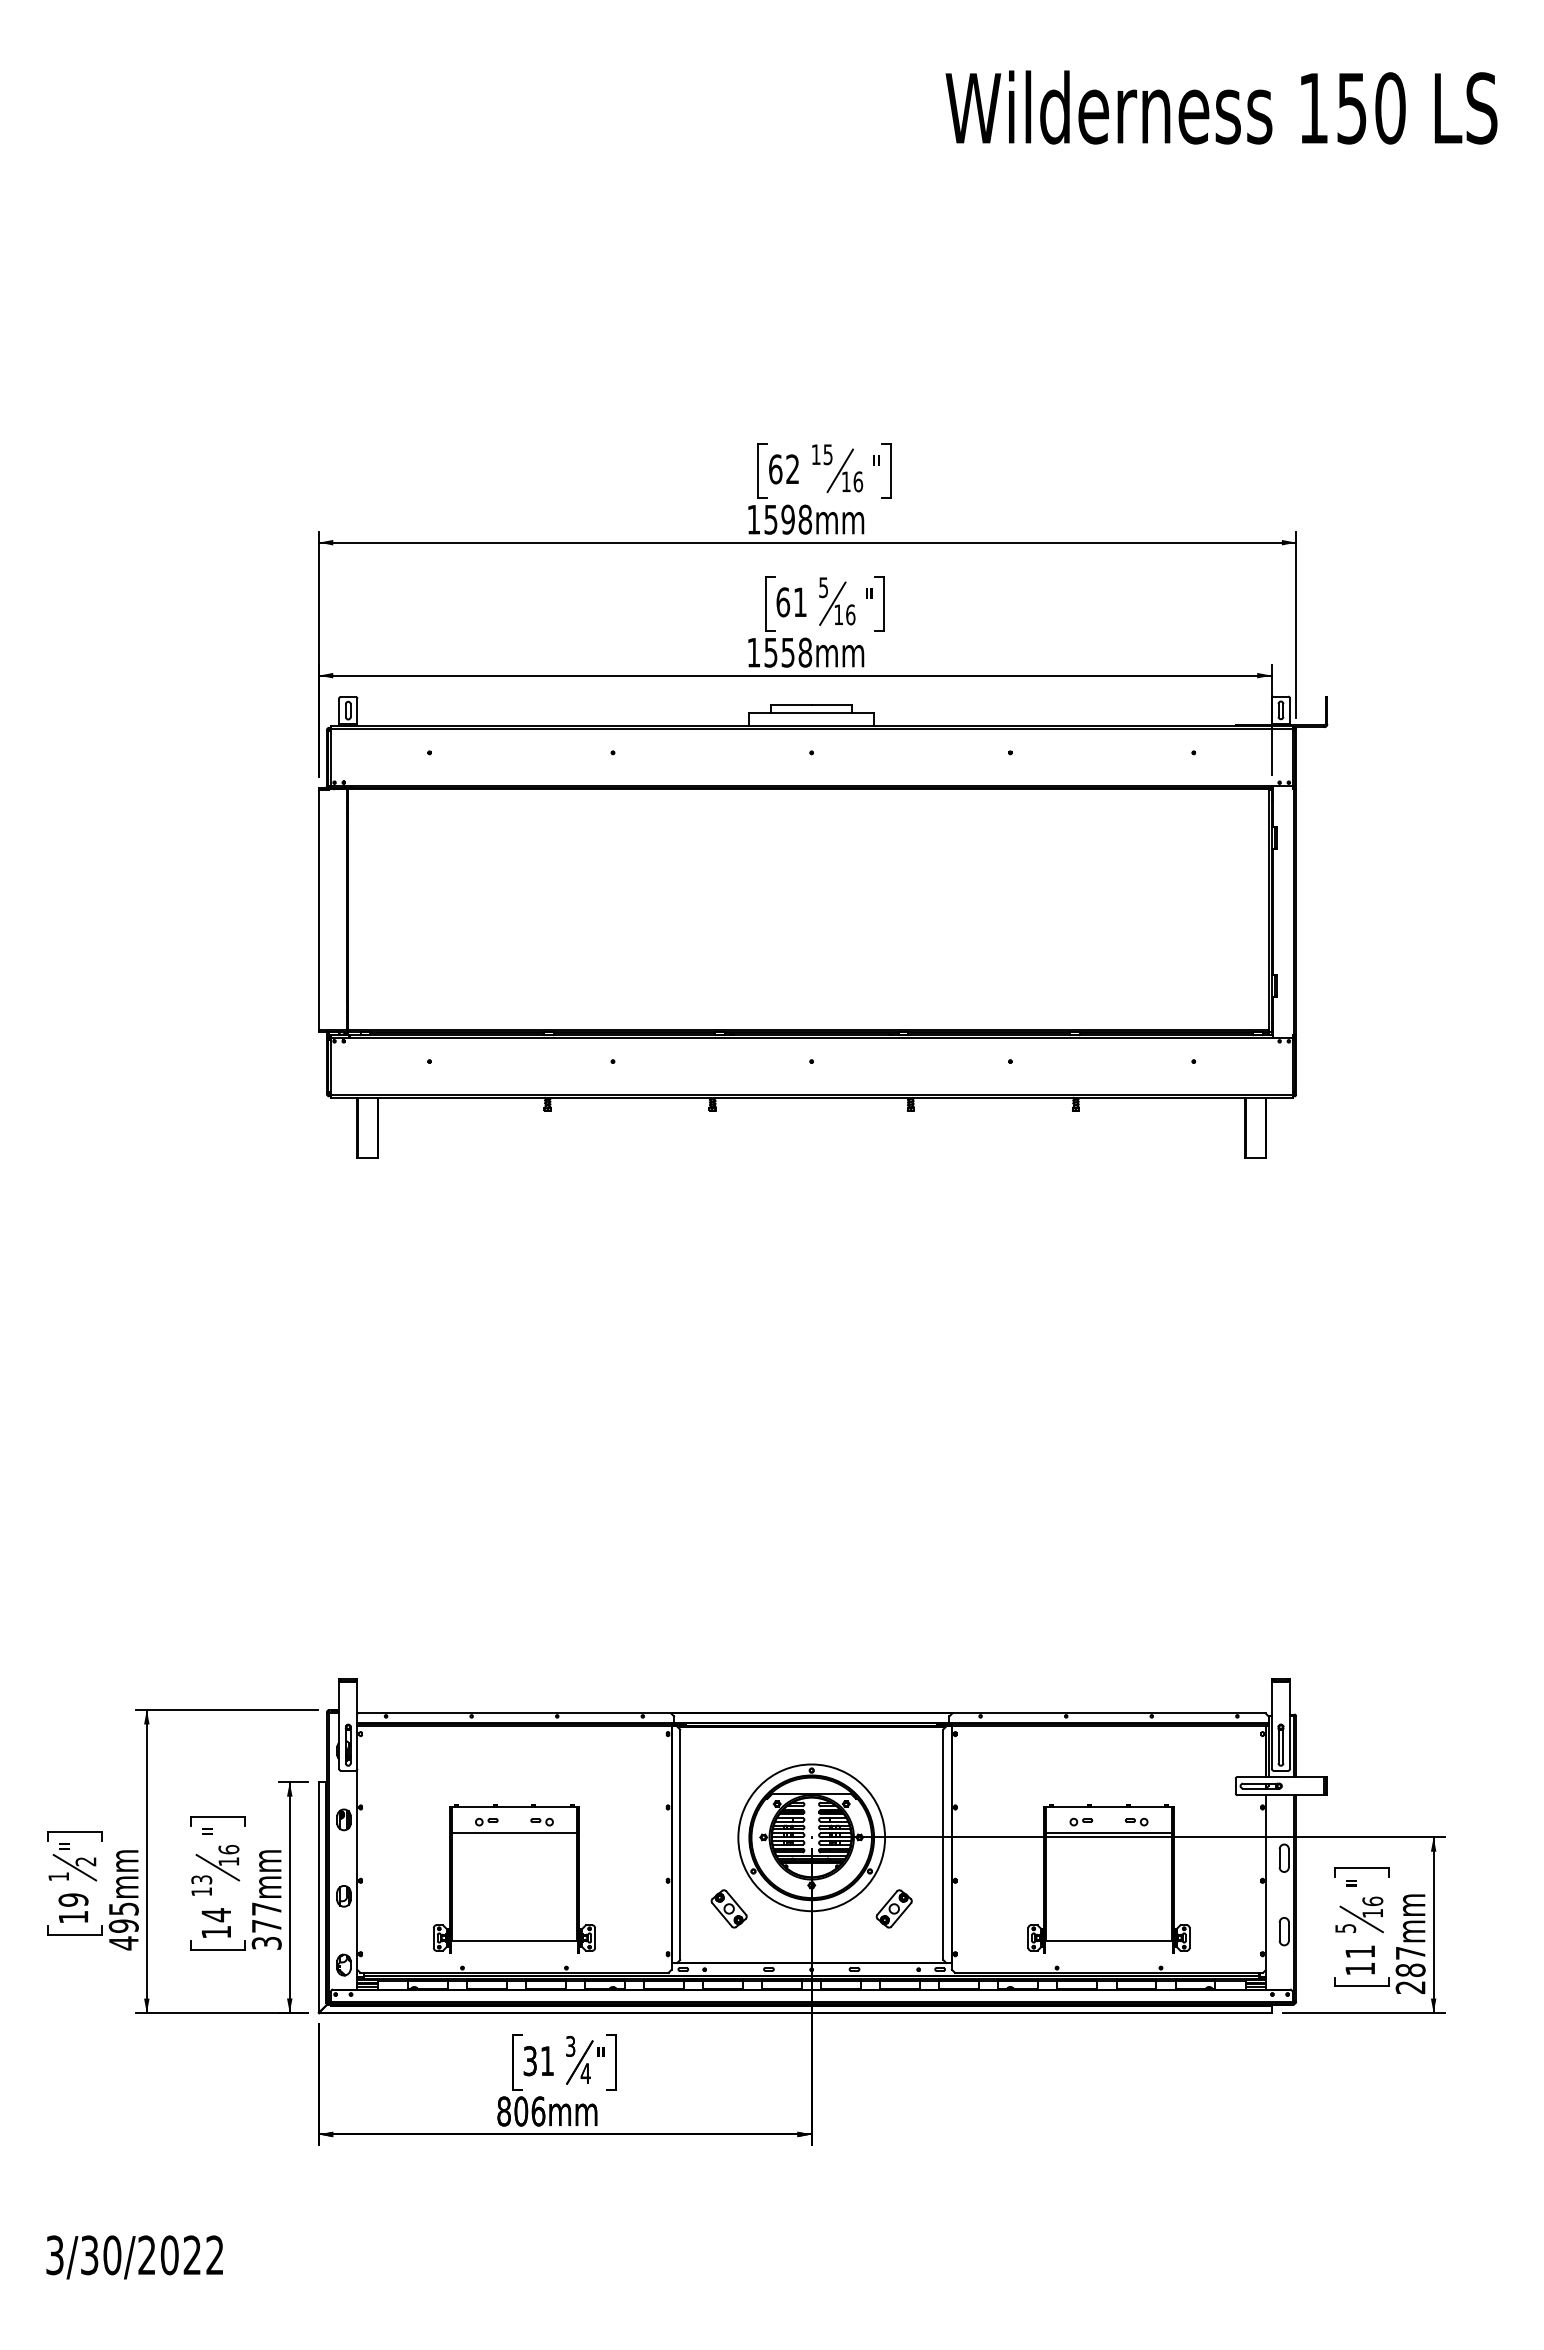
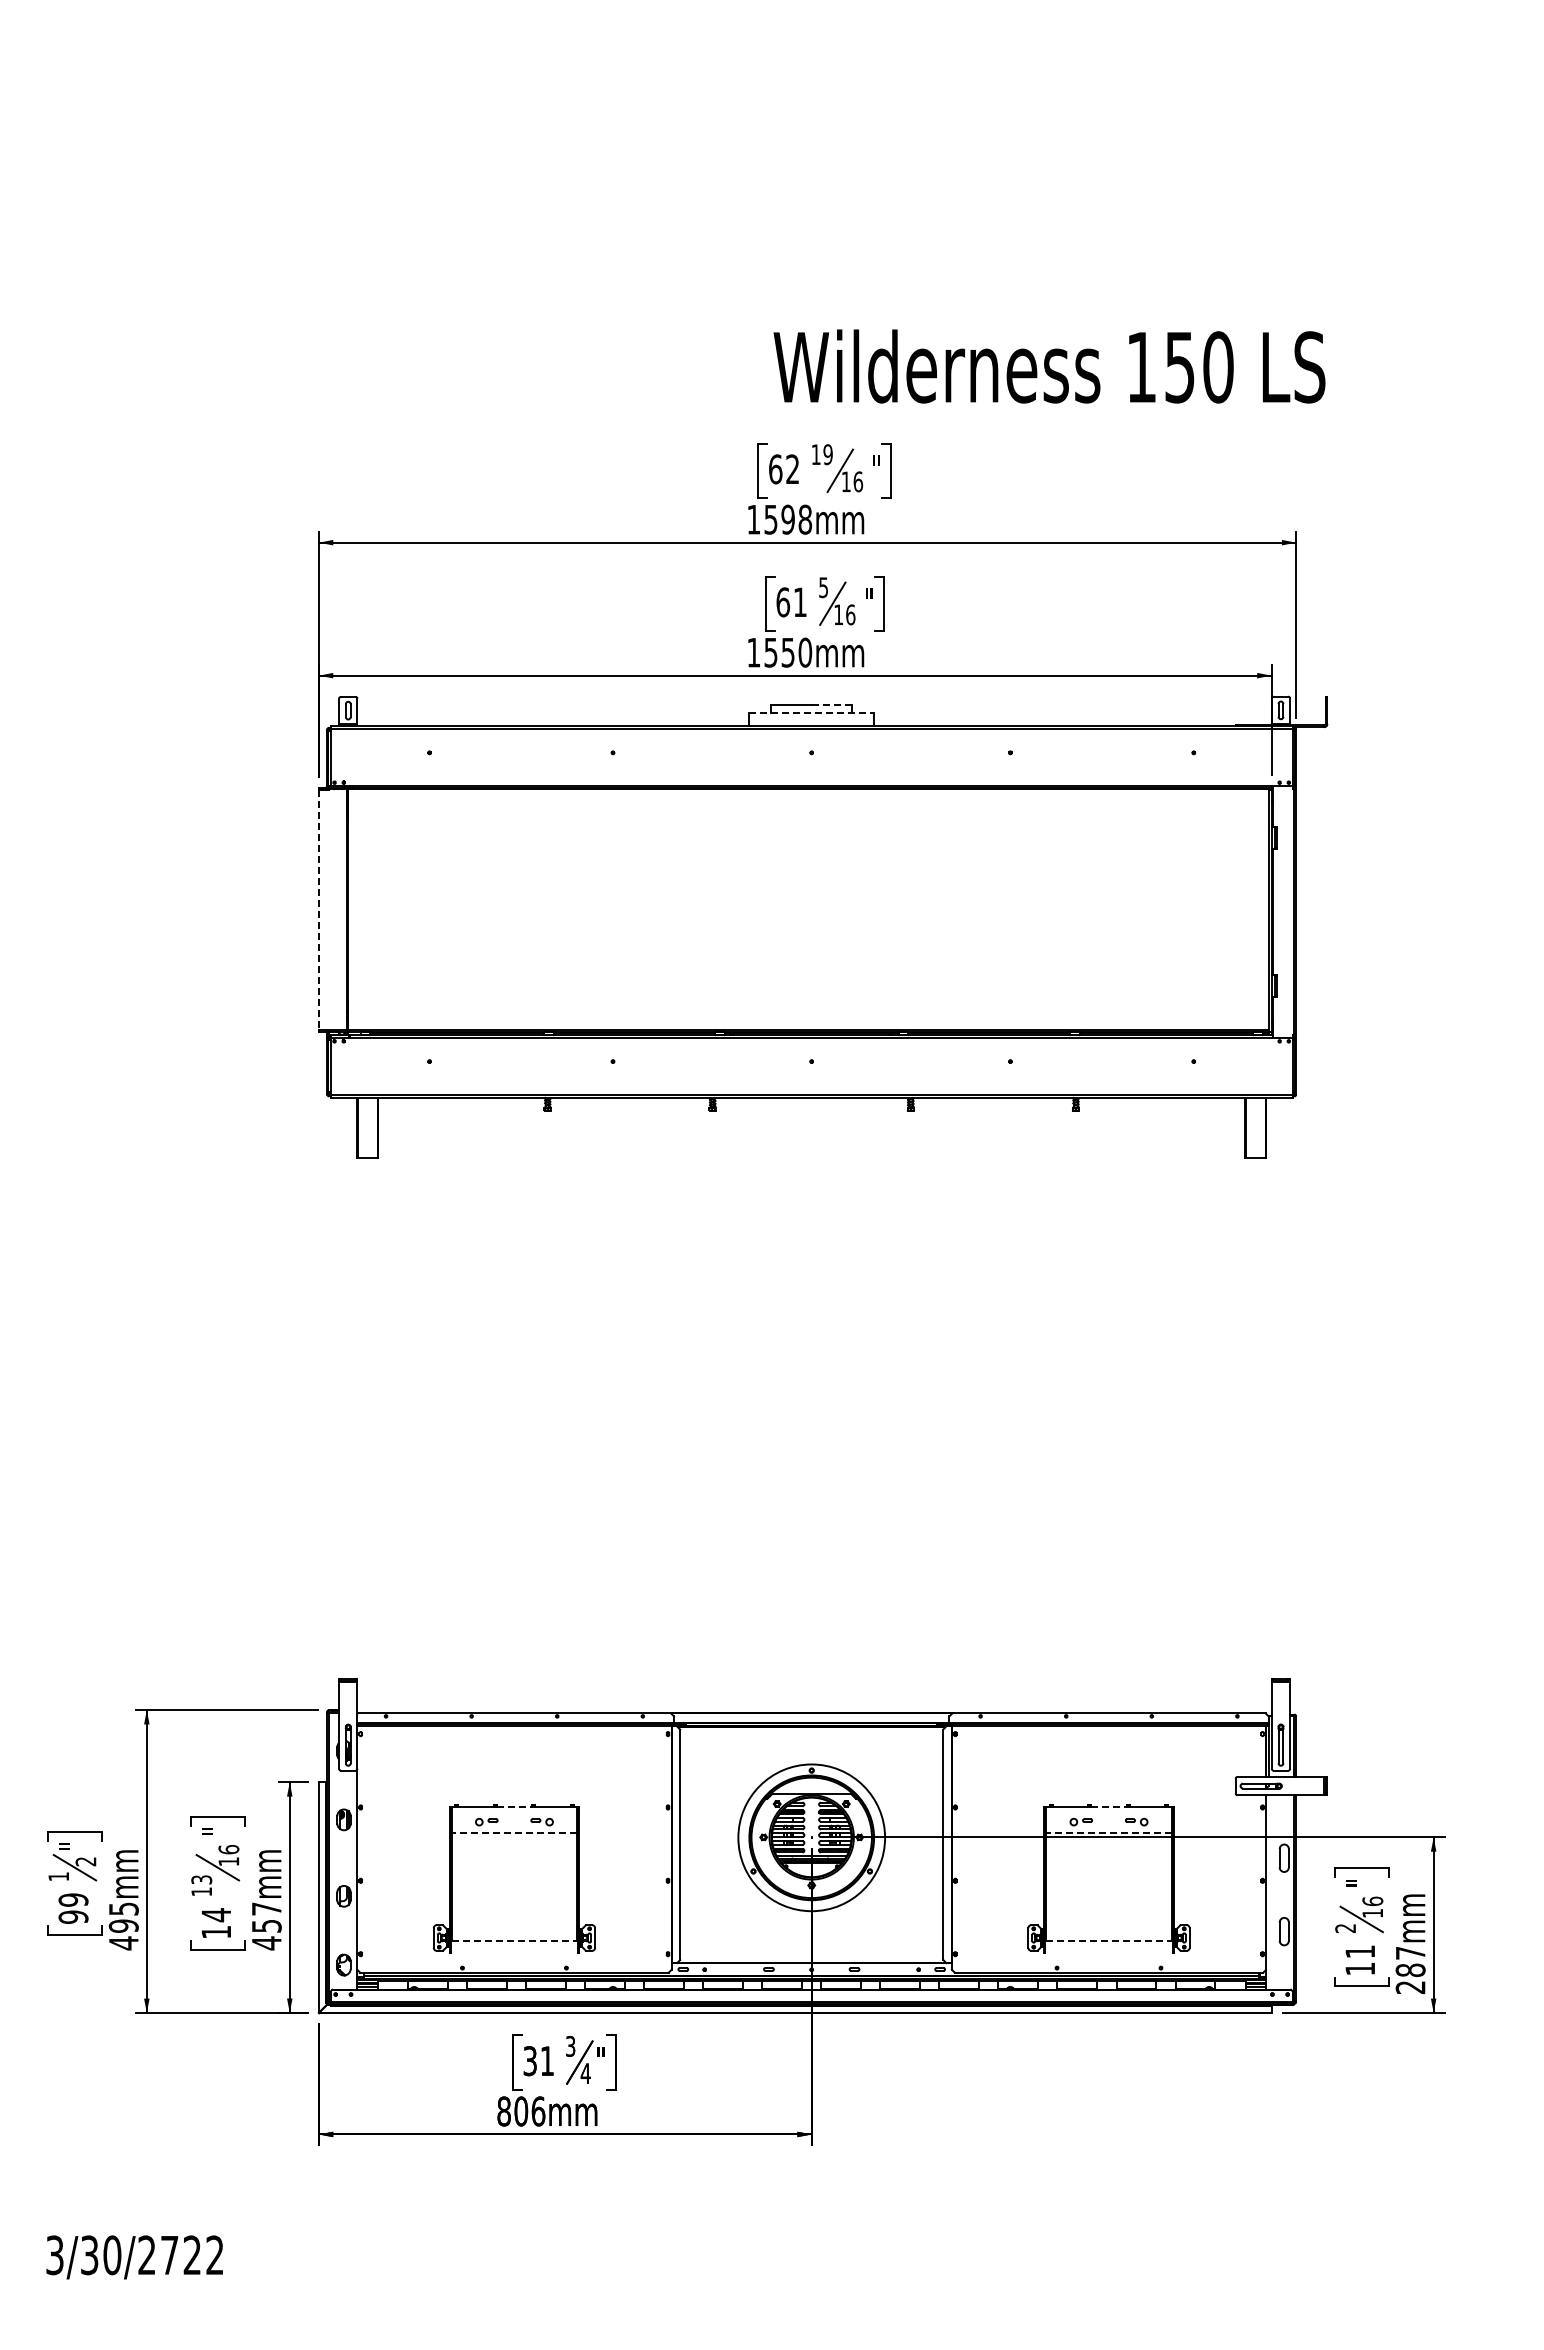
text at (1221, 107) position: (1221, 107) -> (1049, 366)
text at (827, 454): 15 -> 19
text at (805, 652): 1558mm -> 1550mm
line at (832, 705): solid -> dashed
line at (812, 713): solid -> dashed
line at (318, 910): solid -> dashed
line at (514, 1806): solid -> dashed
line at (1109, 1806): solid -> dashed
line at (514, 1832): solid -> dashed
line at (1109, 1832): solid -> dashed
part at (728, 1908): present -> none
part at (893, 1908): present -> none
text at (73, 1916): 19 -> 99
text at (1345, 1928): 5 -> 2
text at (266, 1935): 377mm -> 457mm
line at (514, 1941): solid -> dashed
line at (1109, 1941): solid -> dashed
text at (169, 2255): 3/30/2022 -> 3/30/2722
